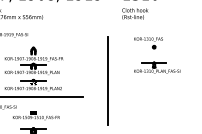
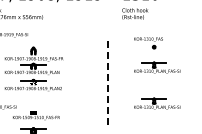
line at (107, 80): solid -> dashed
line at (42, 97): present -> none
part at (157, 103): none -> present
